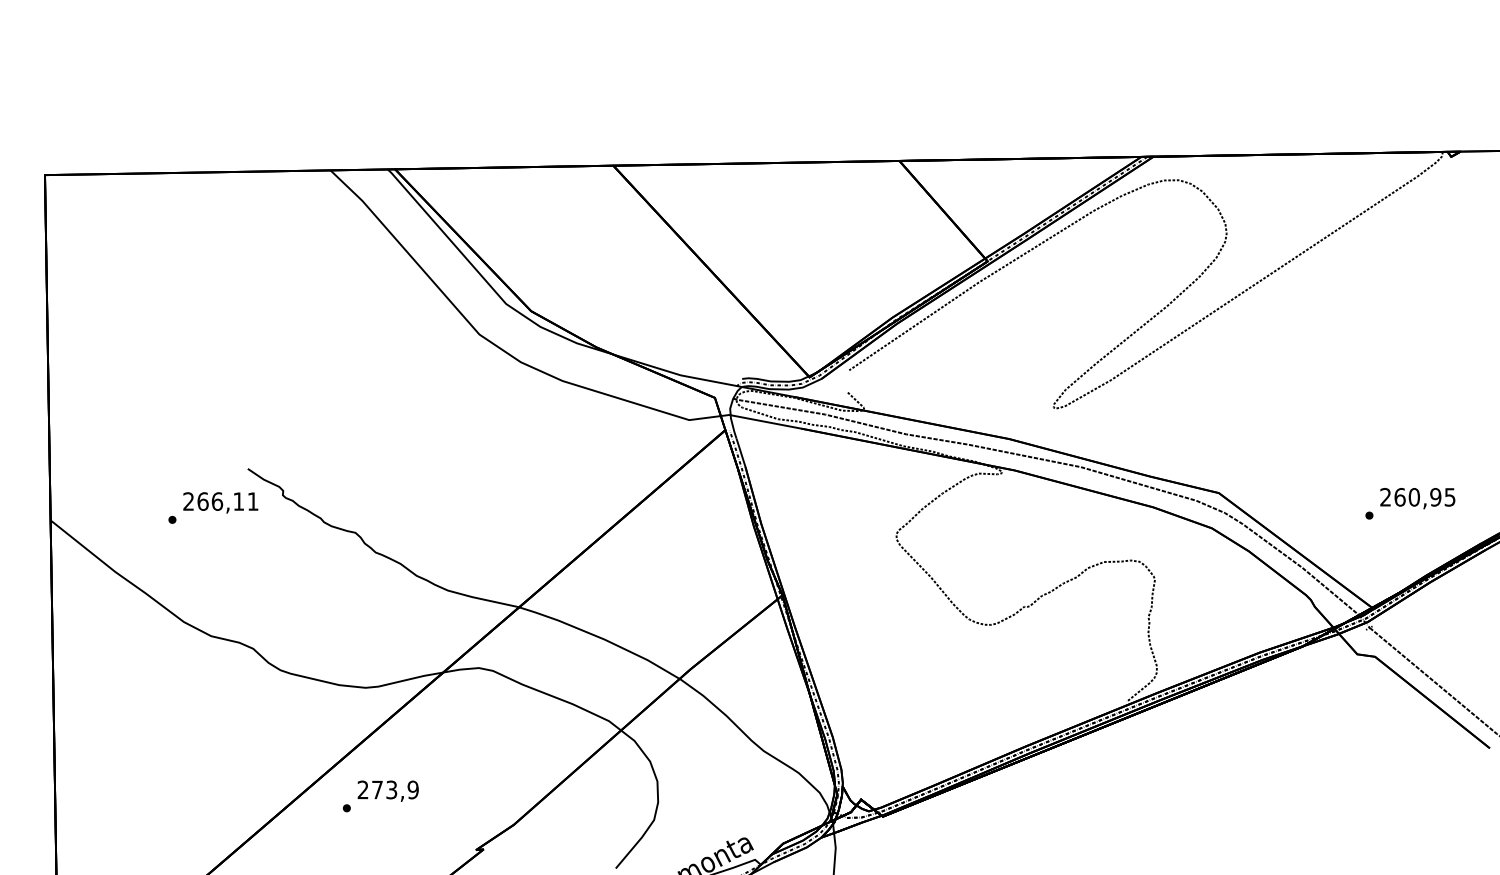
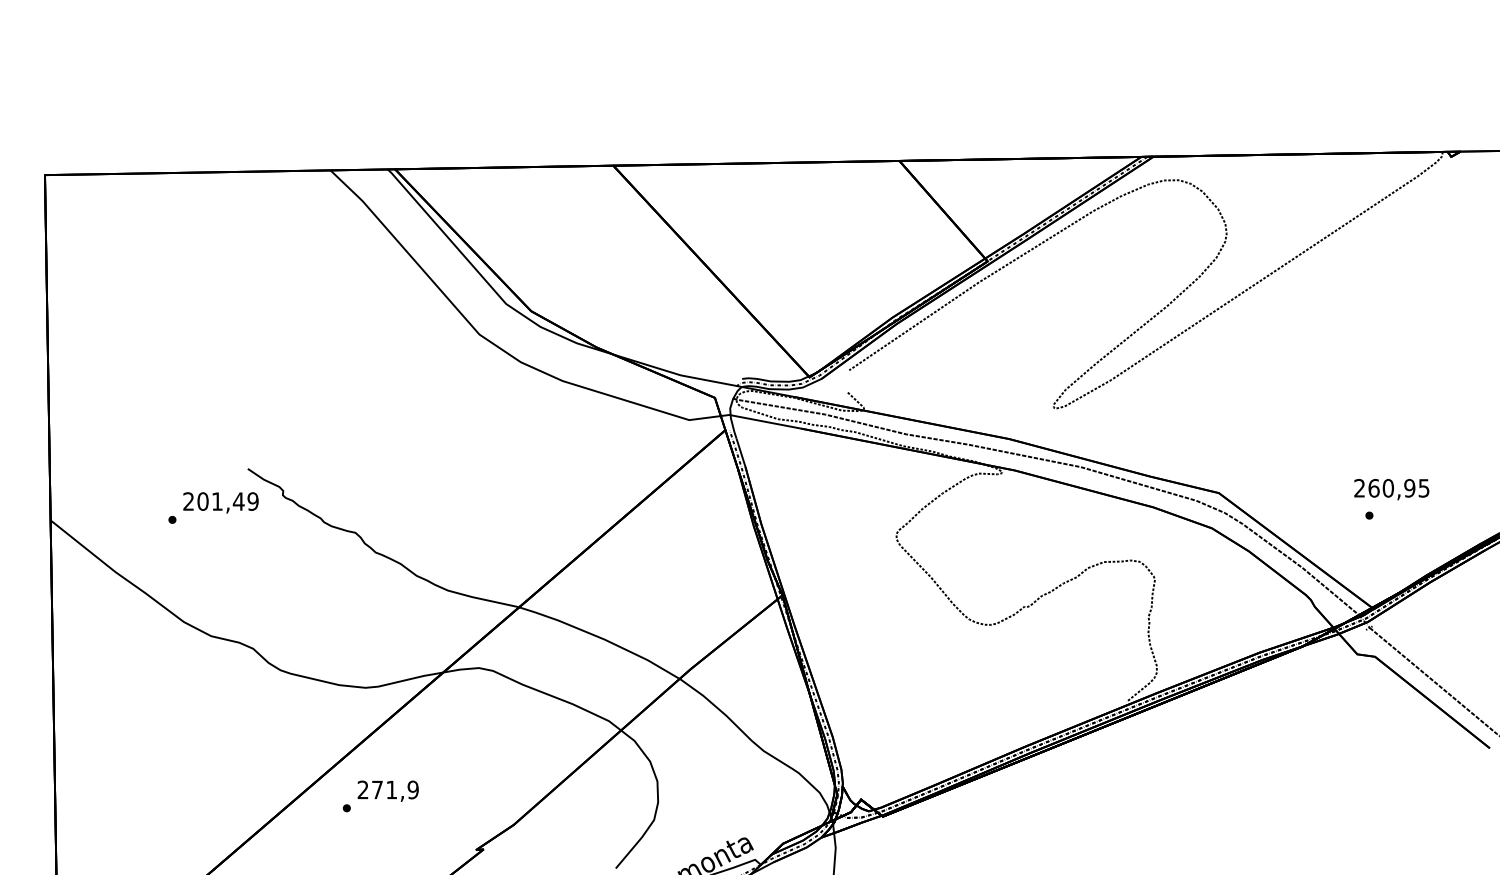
text at (1417, 498) position: (1417, 498) -> (1391, 489)
text at (227, 501): 266,11 -> 201,49
text at (391, 789): 273,9 -> 271,9
